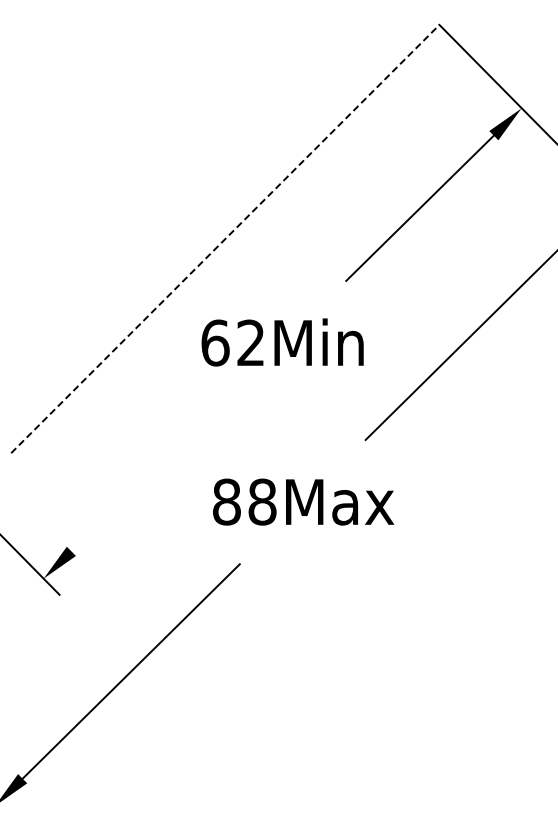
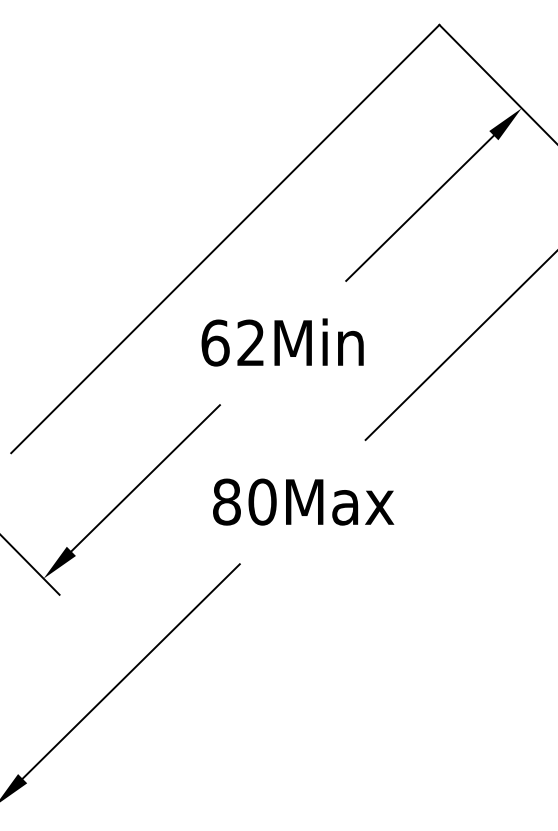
line at (225, 239): dashed -> solid
line at (145, 478): none -> present
text at (262, 501): 88Max -> 80Max
